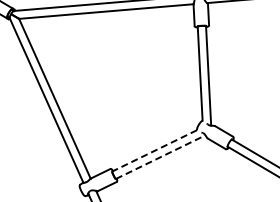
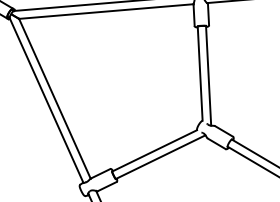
line at (154, 151): dashed -> solid
line at (160, 157): dashed -> solid
